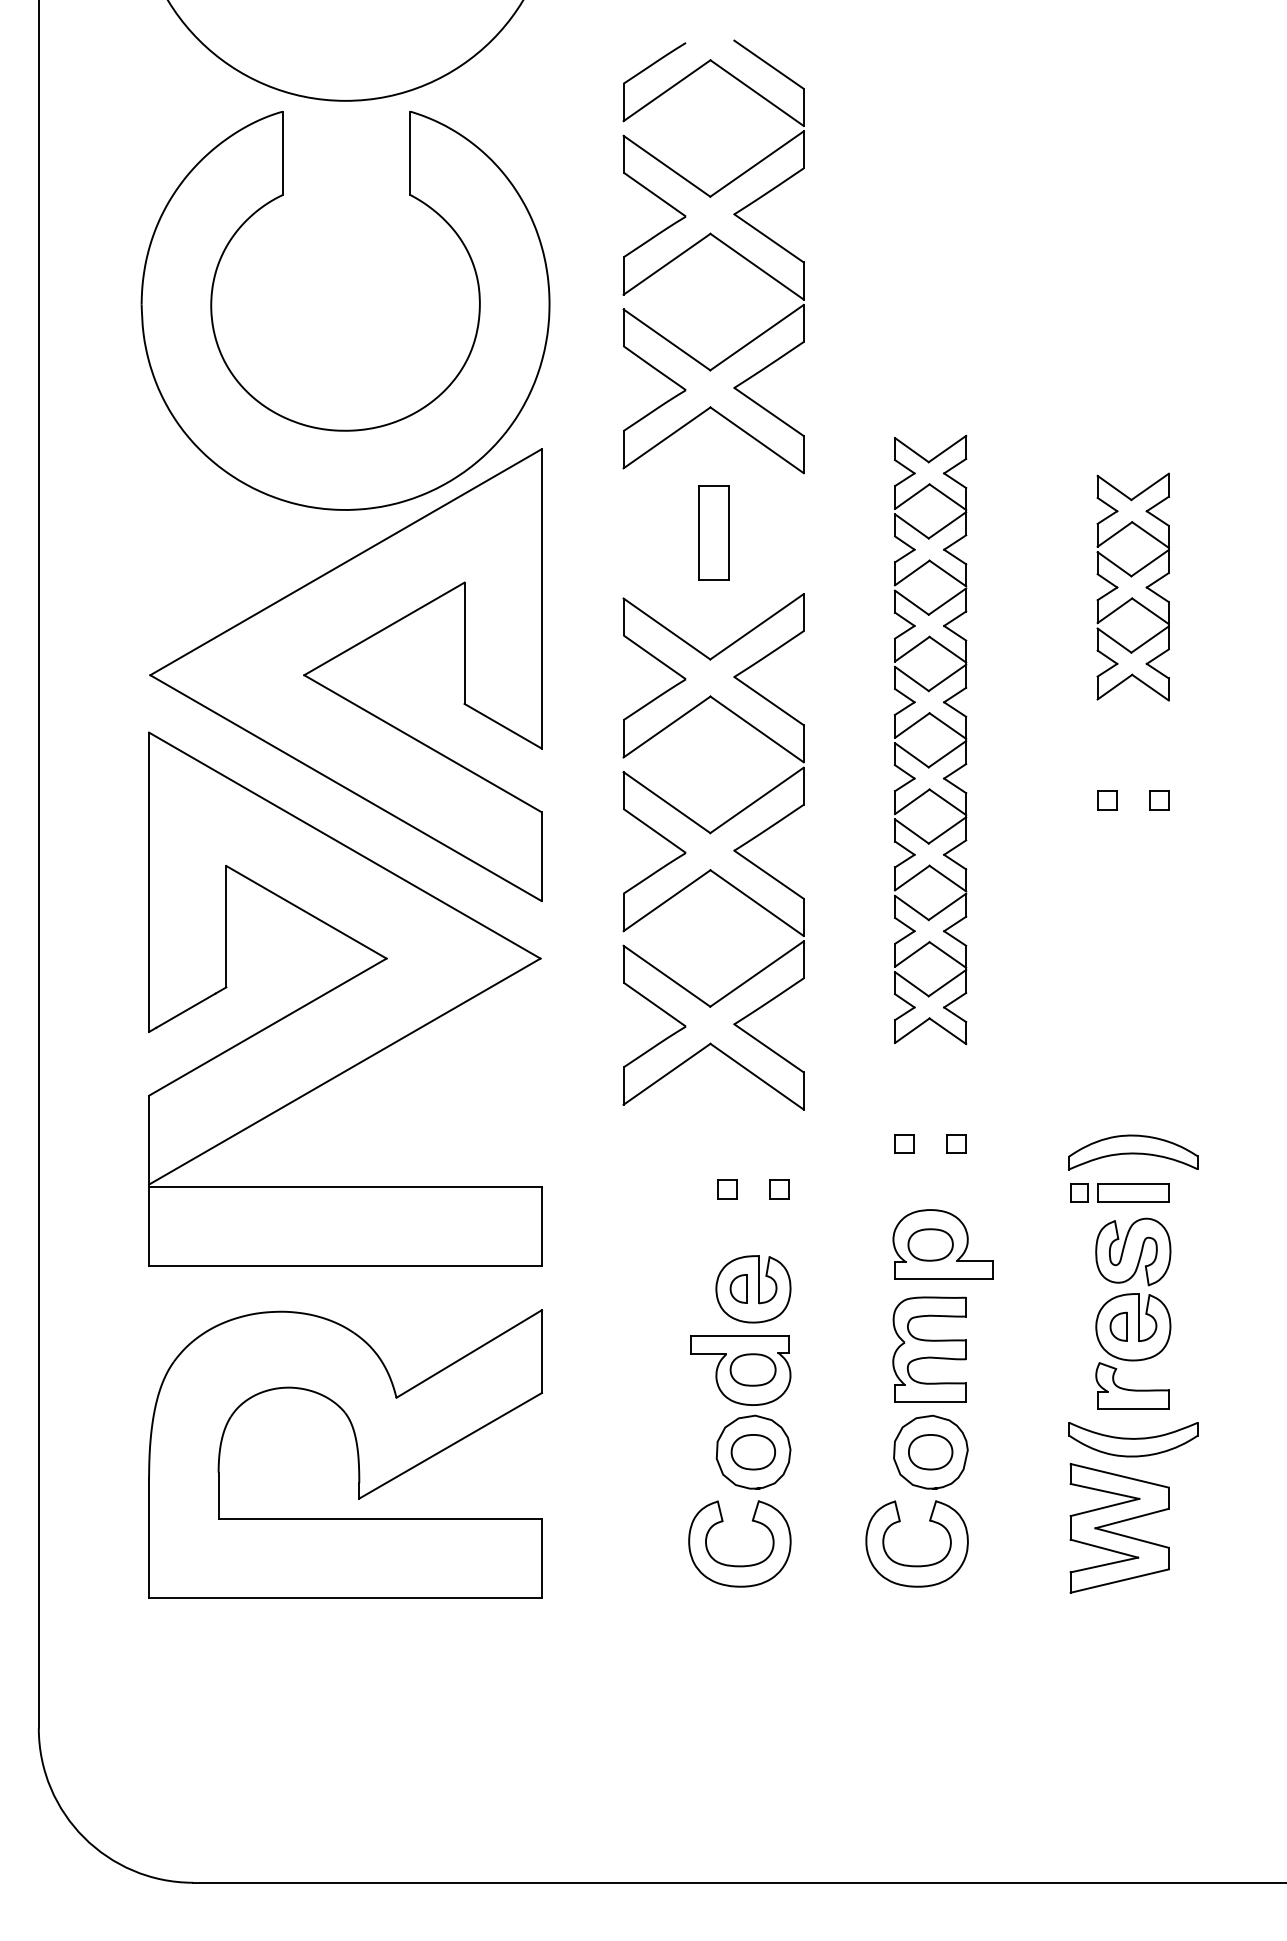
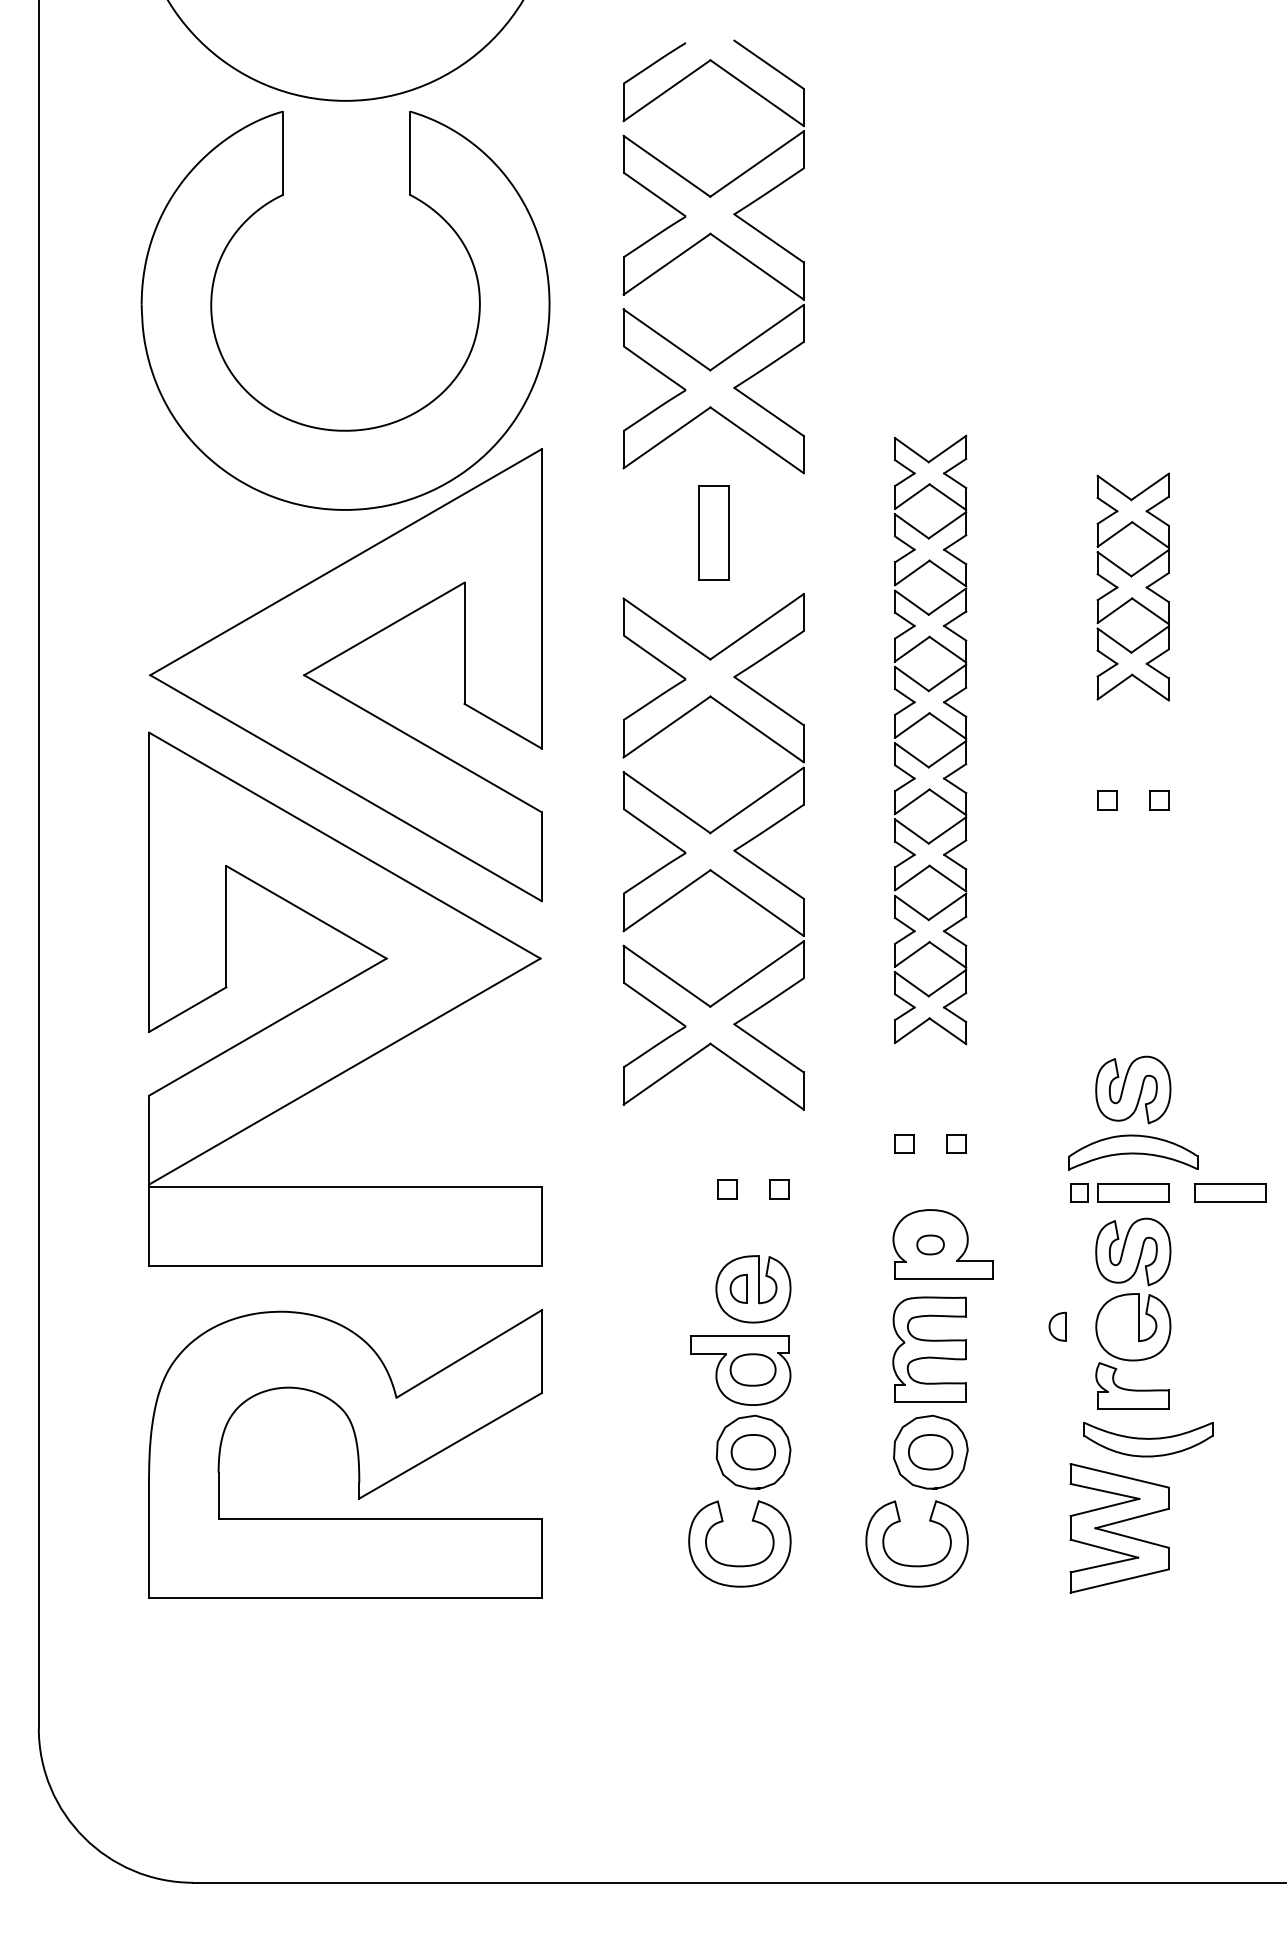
part at (1133, 1089): none -> present
part at (1230, 1192): none -> present
part at (930, 1244) size: 47x34 px -> 29x22 px
part at (1118, 1326) position: (1118, 1326) -> (1057, 1326)
part at (1133, 1439) position: (1133, 1439) -> (1148, 1439)
